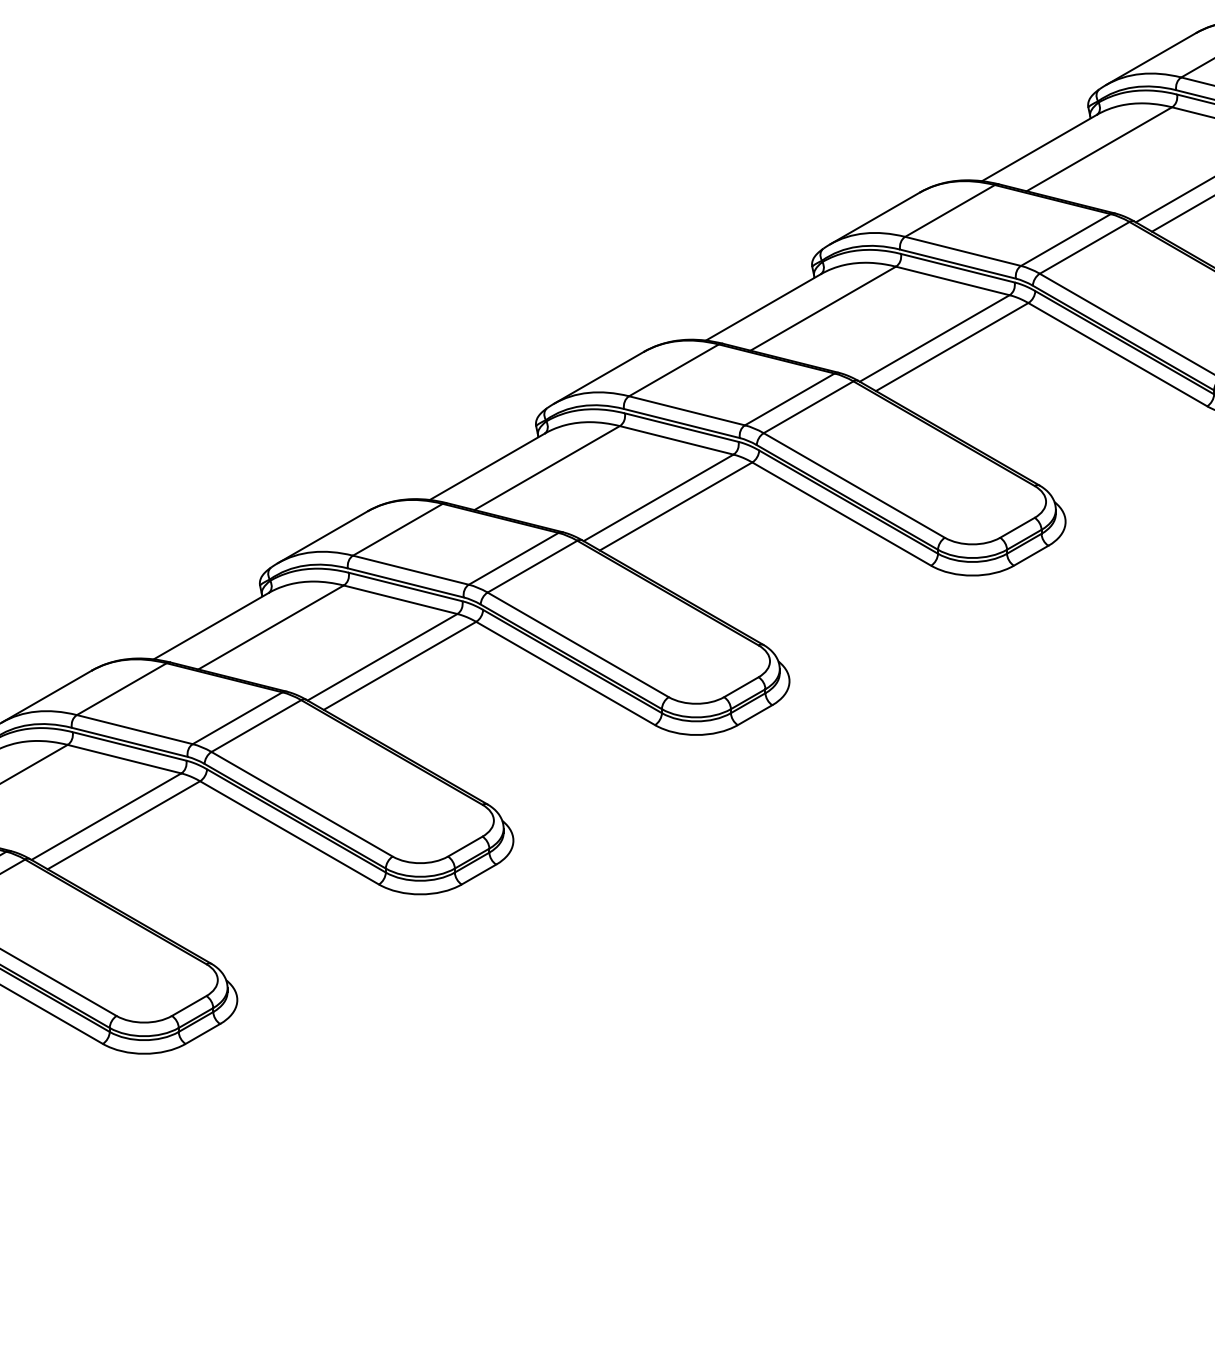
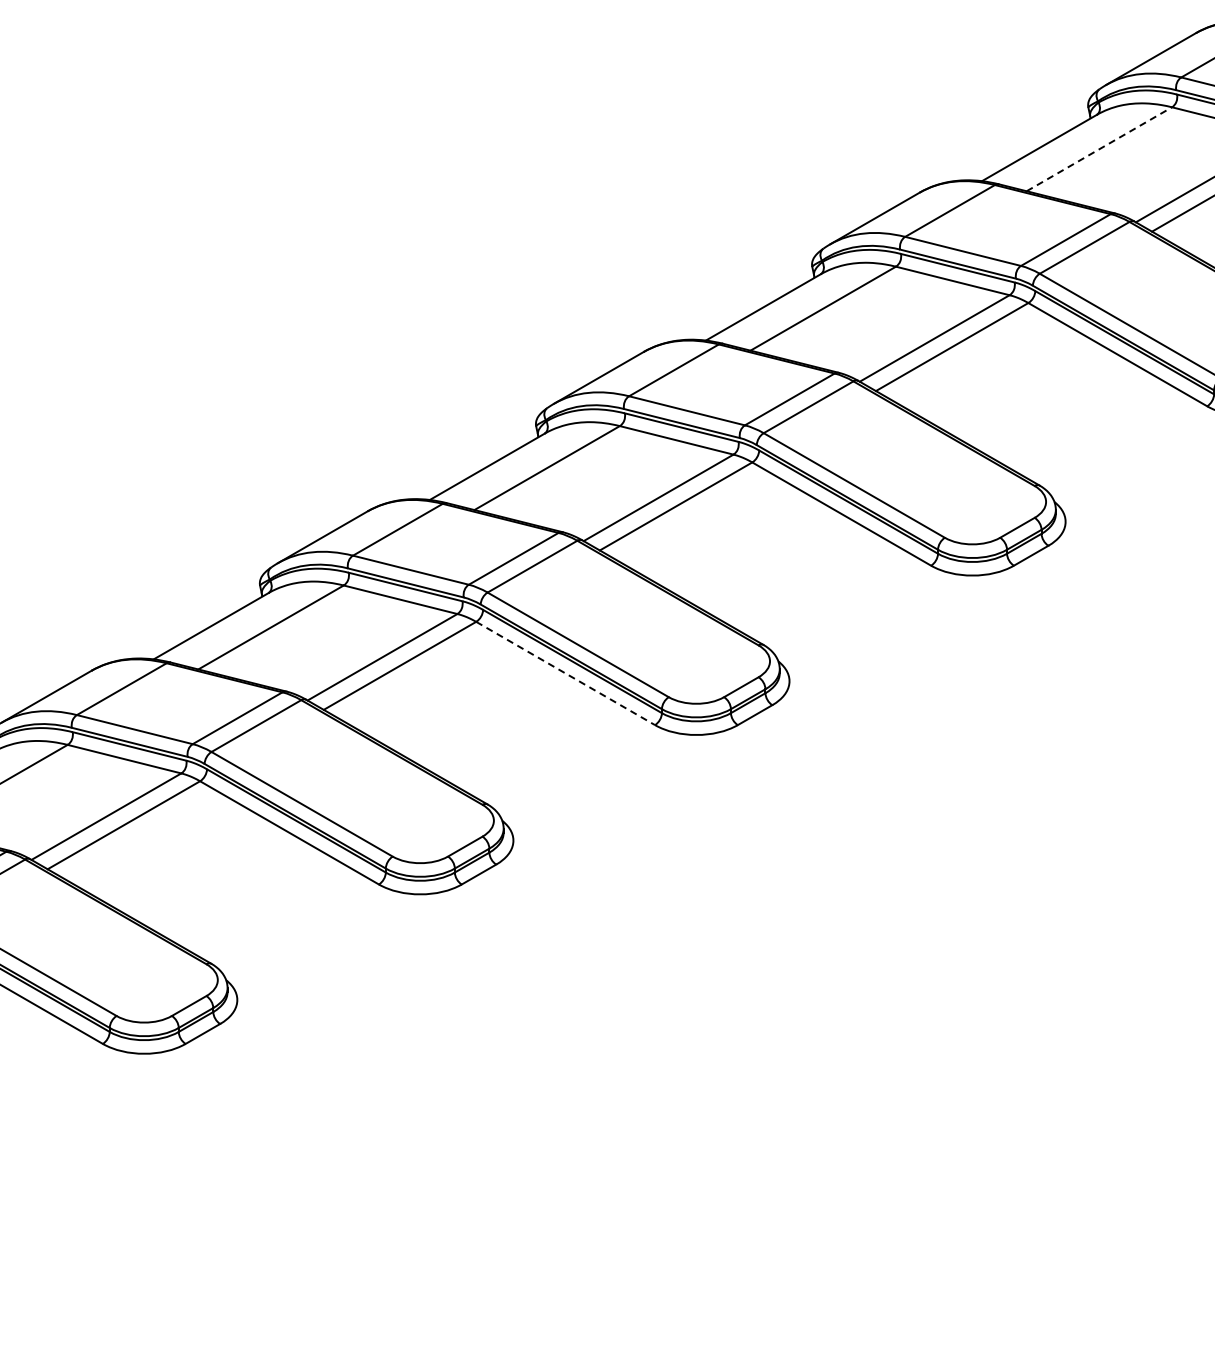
line at (1099, 149): solid -> dashed
line at (566, 673): solid -> dashed
